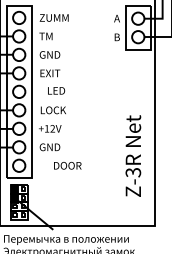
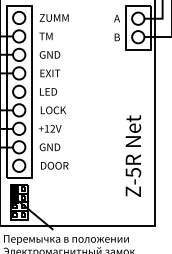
text at (56, 90) position: (56, 90) -> (48, 91)
text at (67, 165) position: (67, 165) -> (54, 165)
text at (132, 172): Z-3R -> Z-5R
